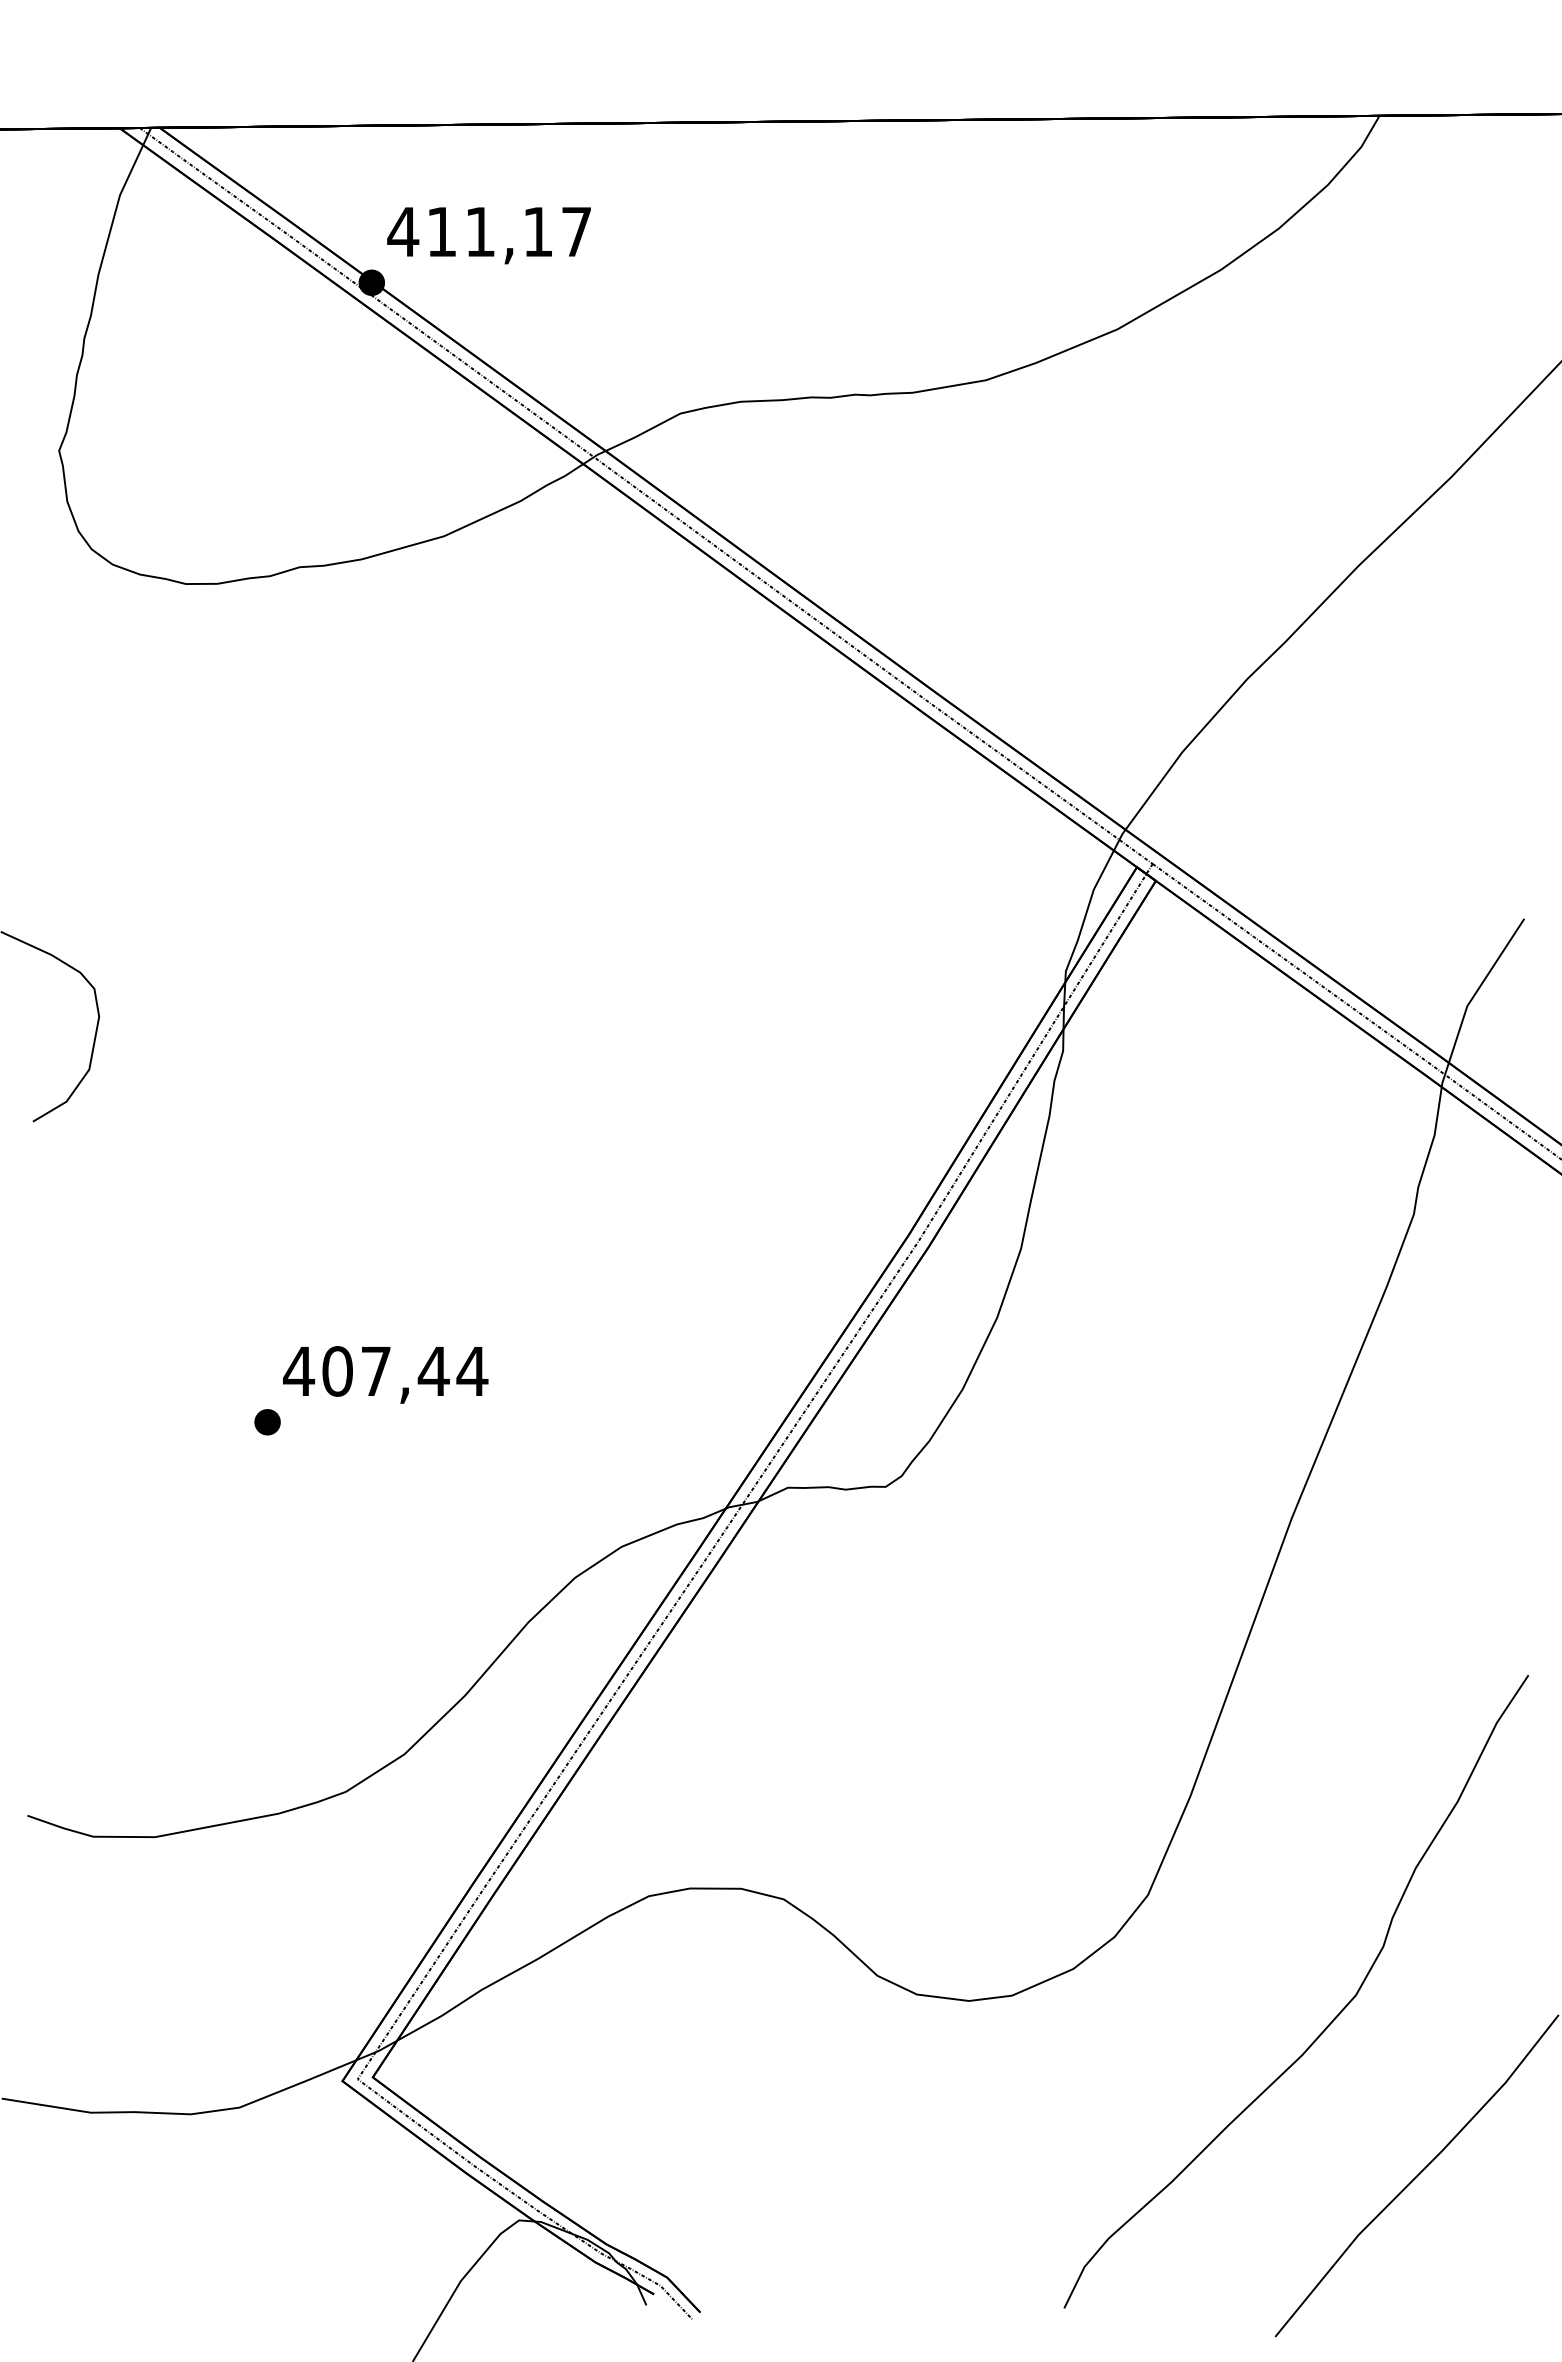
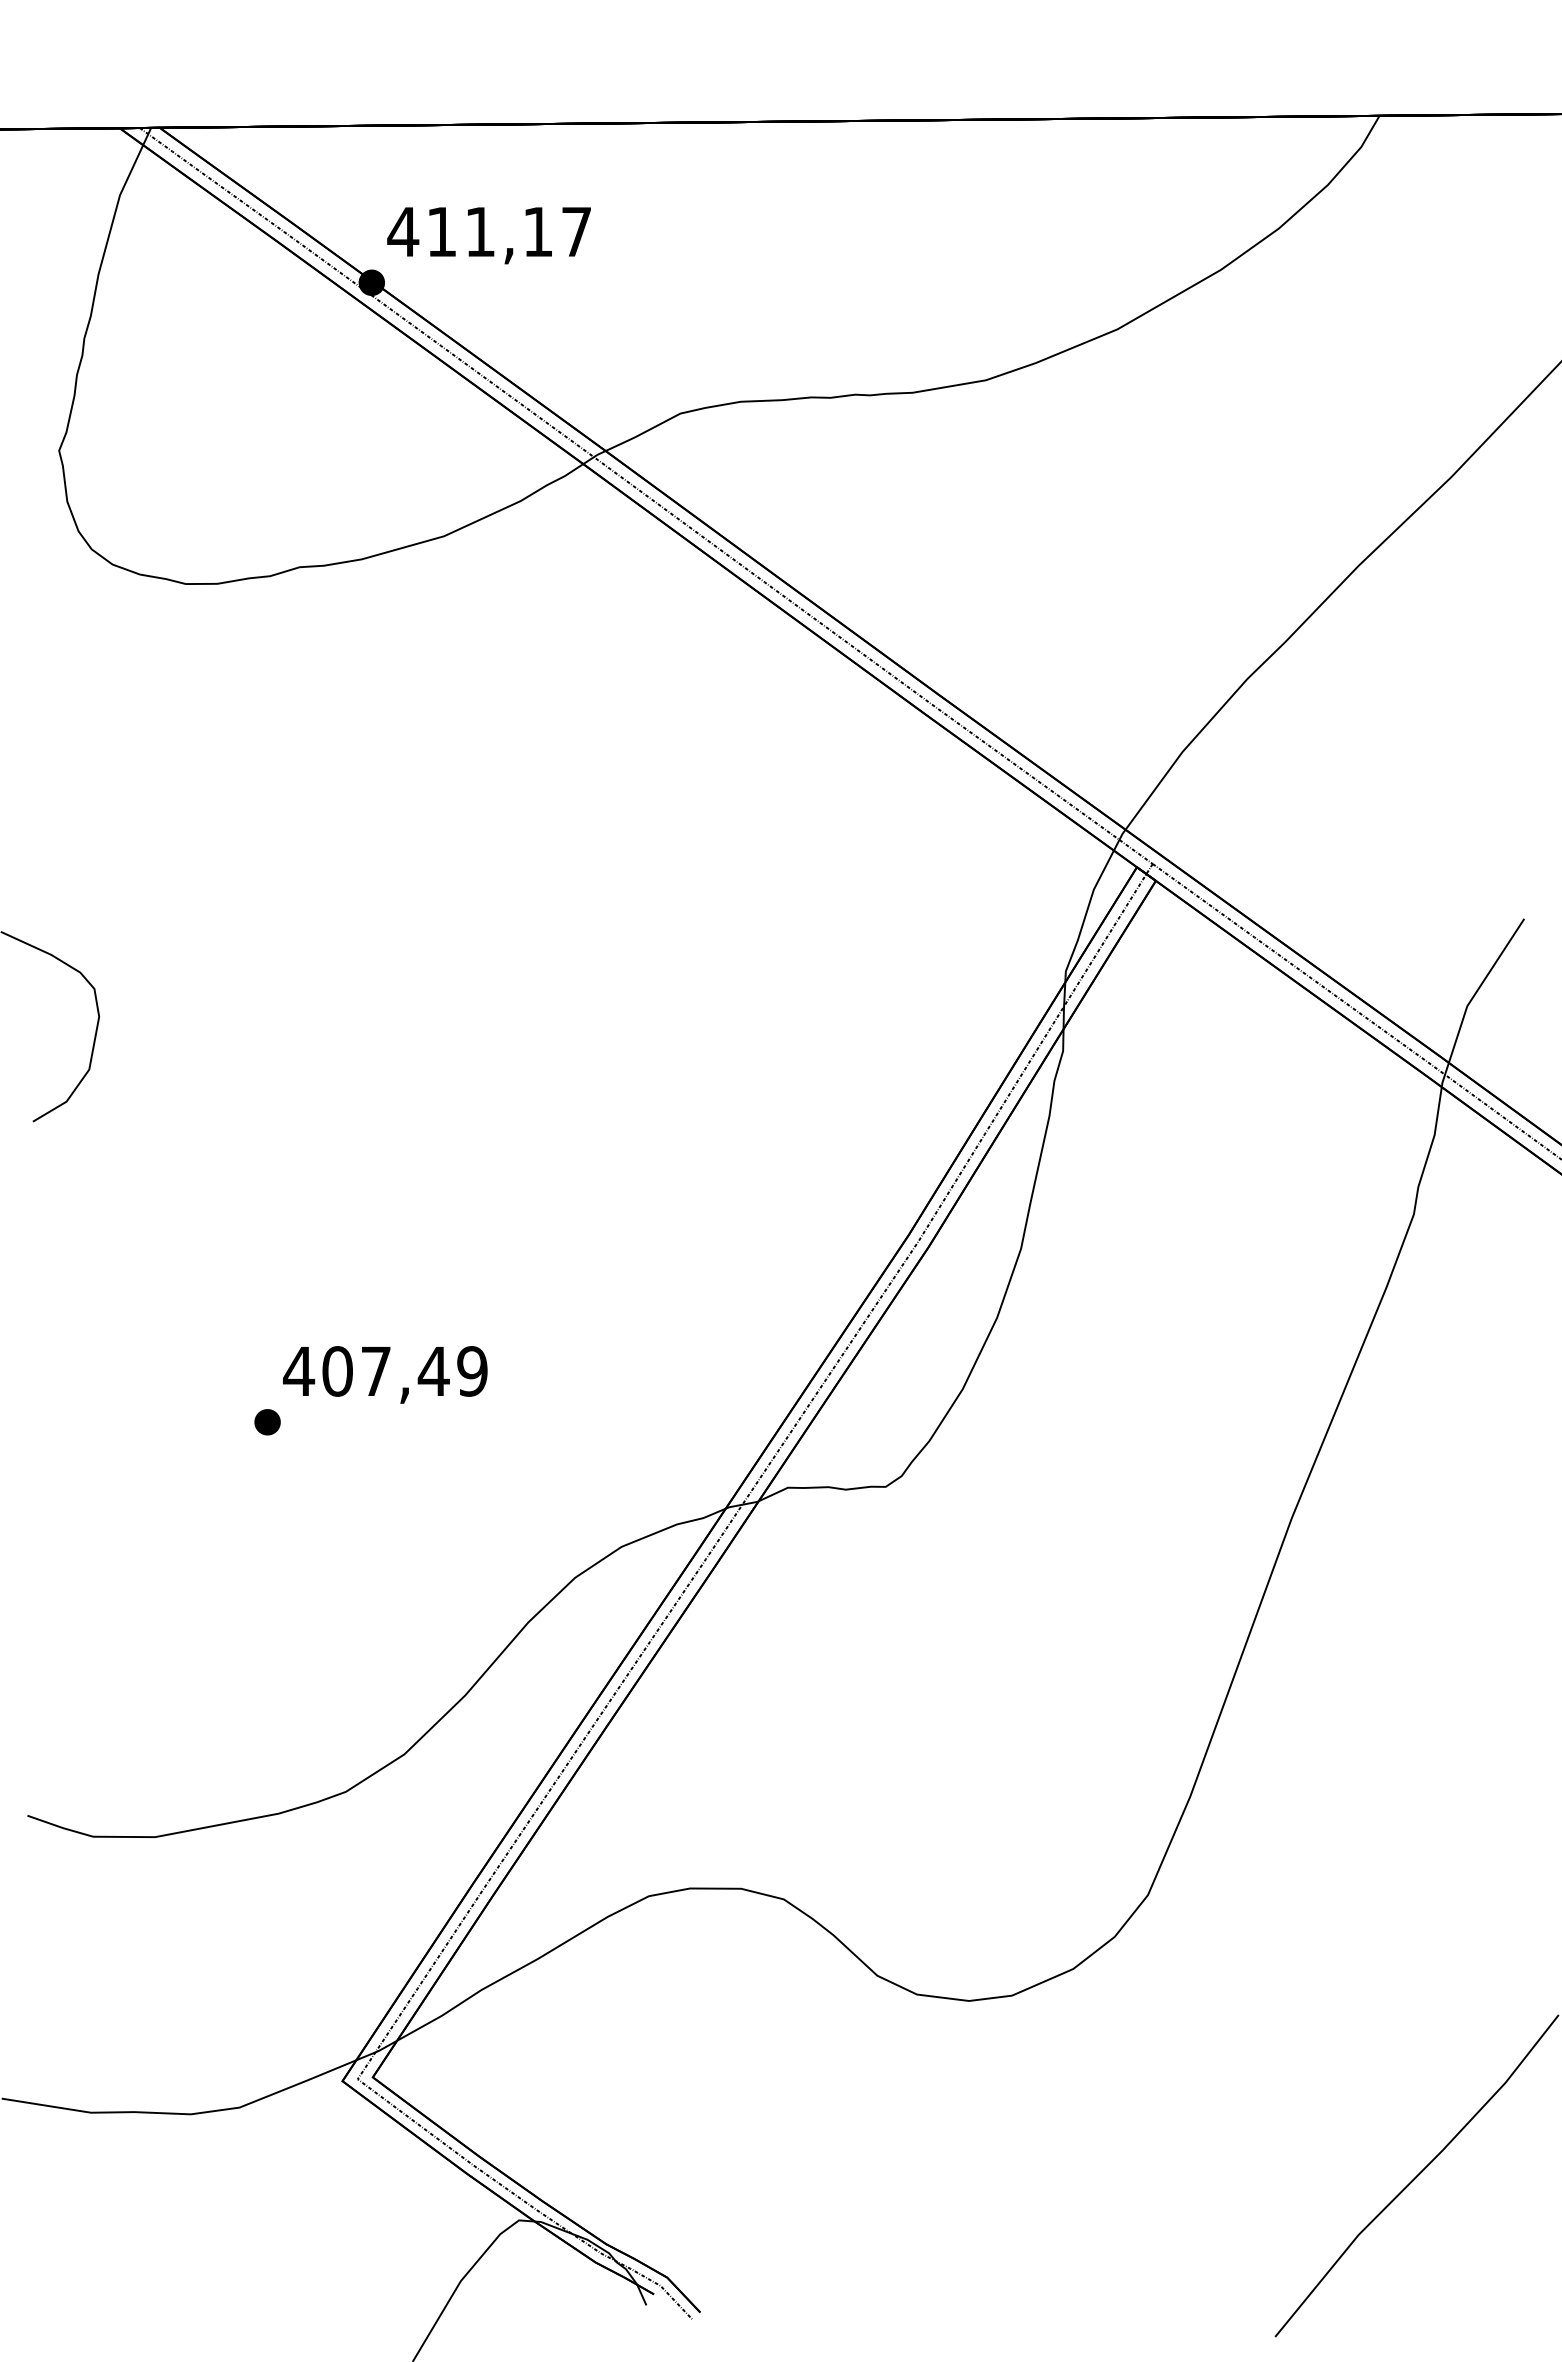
text at (472, 1371): 407,44 -> 407,49
curve at (1333, 2018): present -> none
